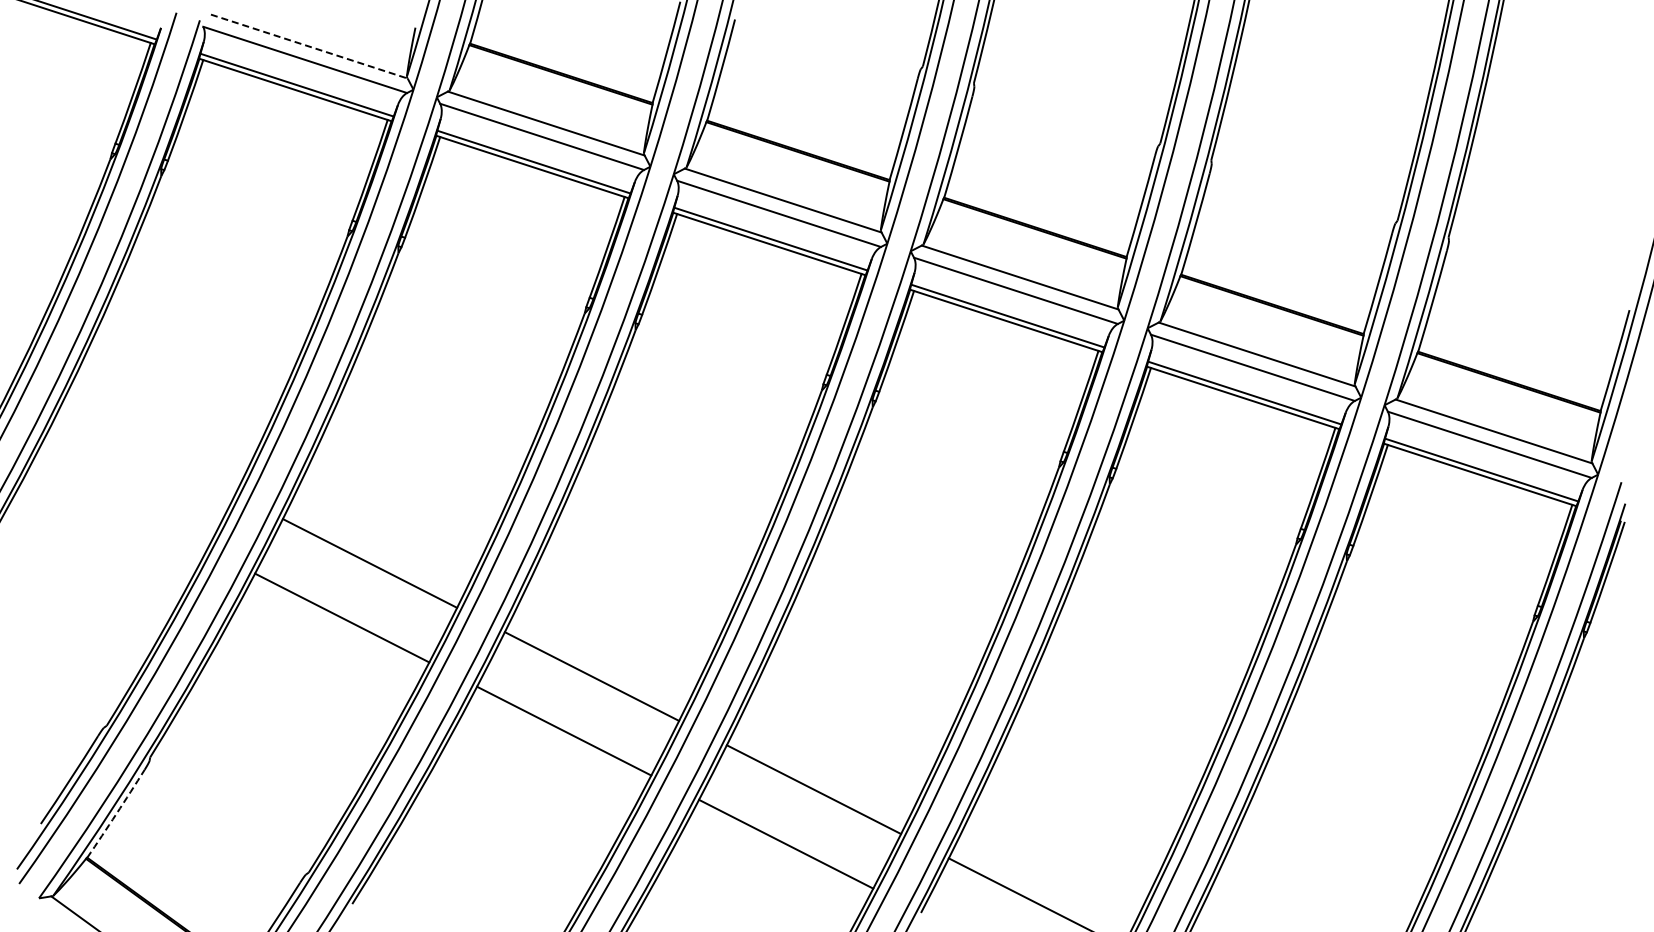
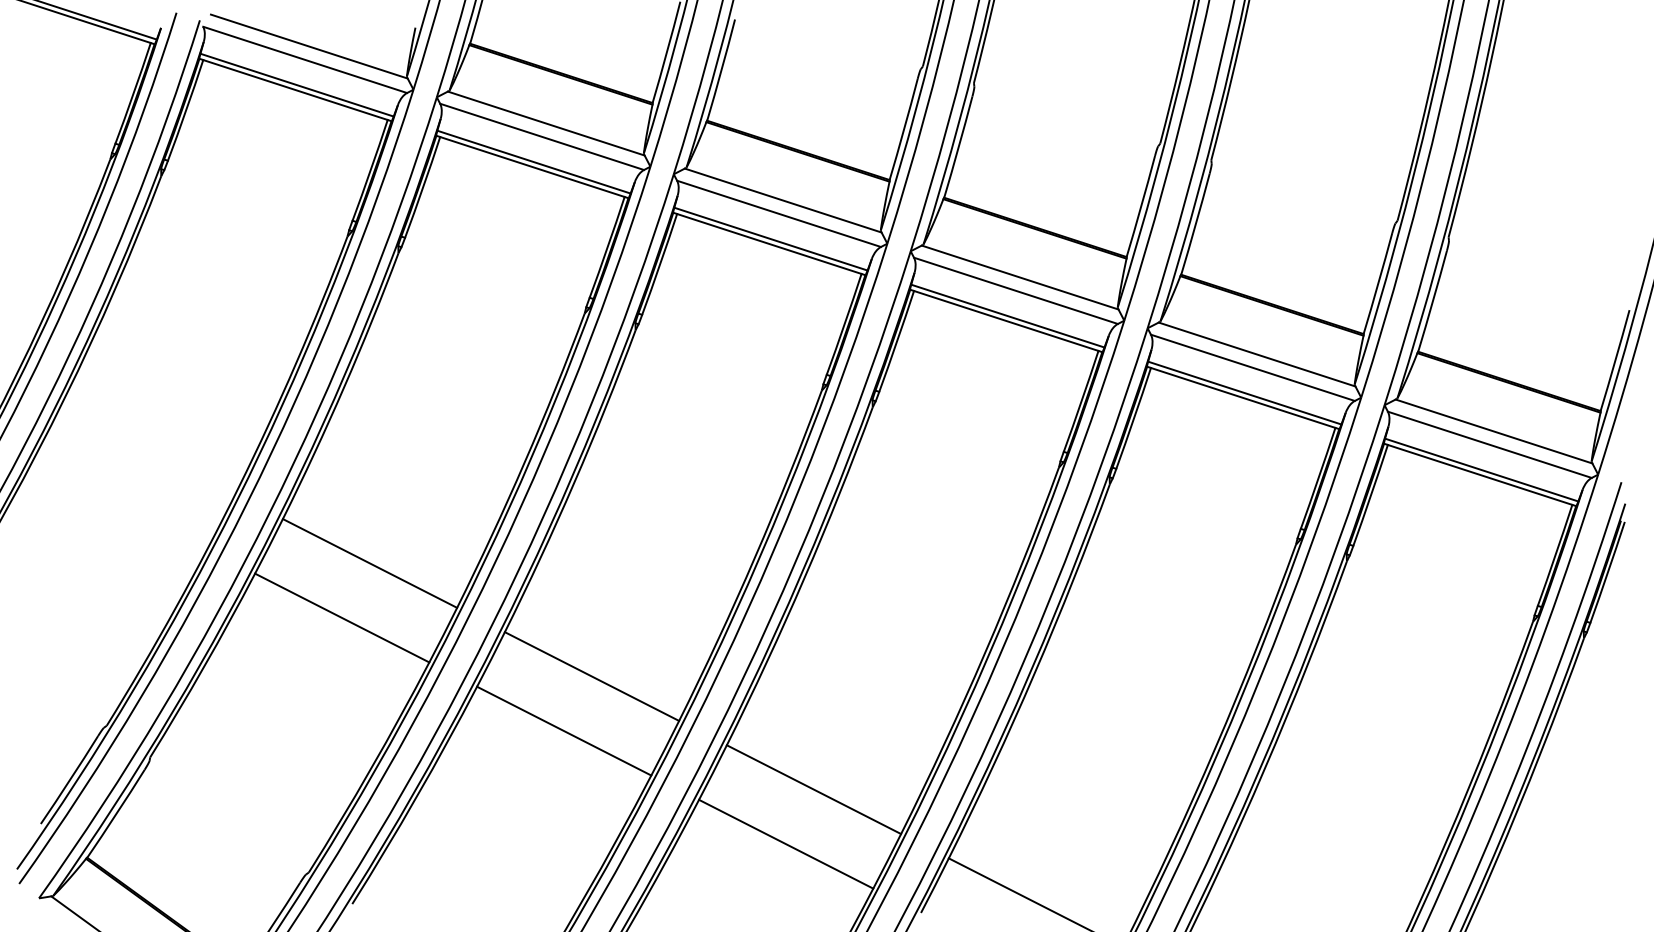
line at (309, 46): dashed -> solid
arc at (116, 814): dashed -> solid
